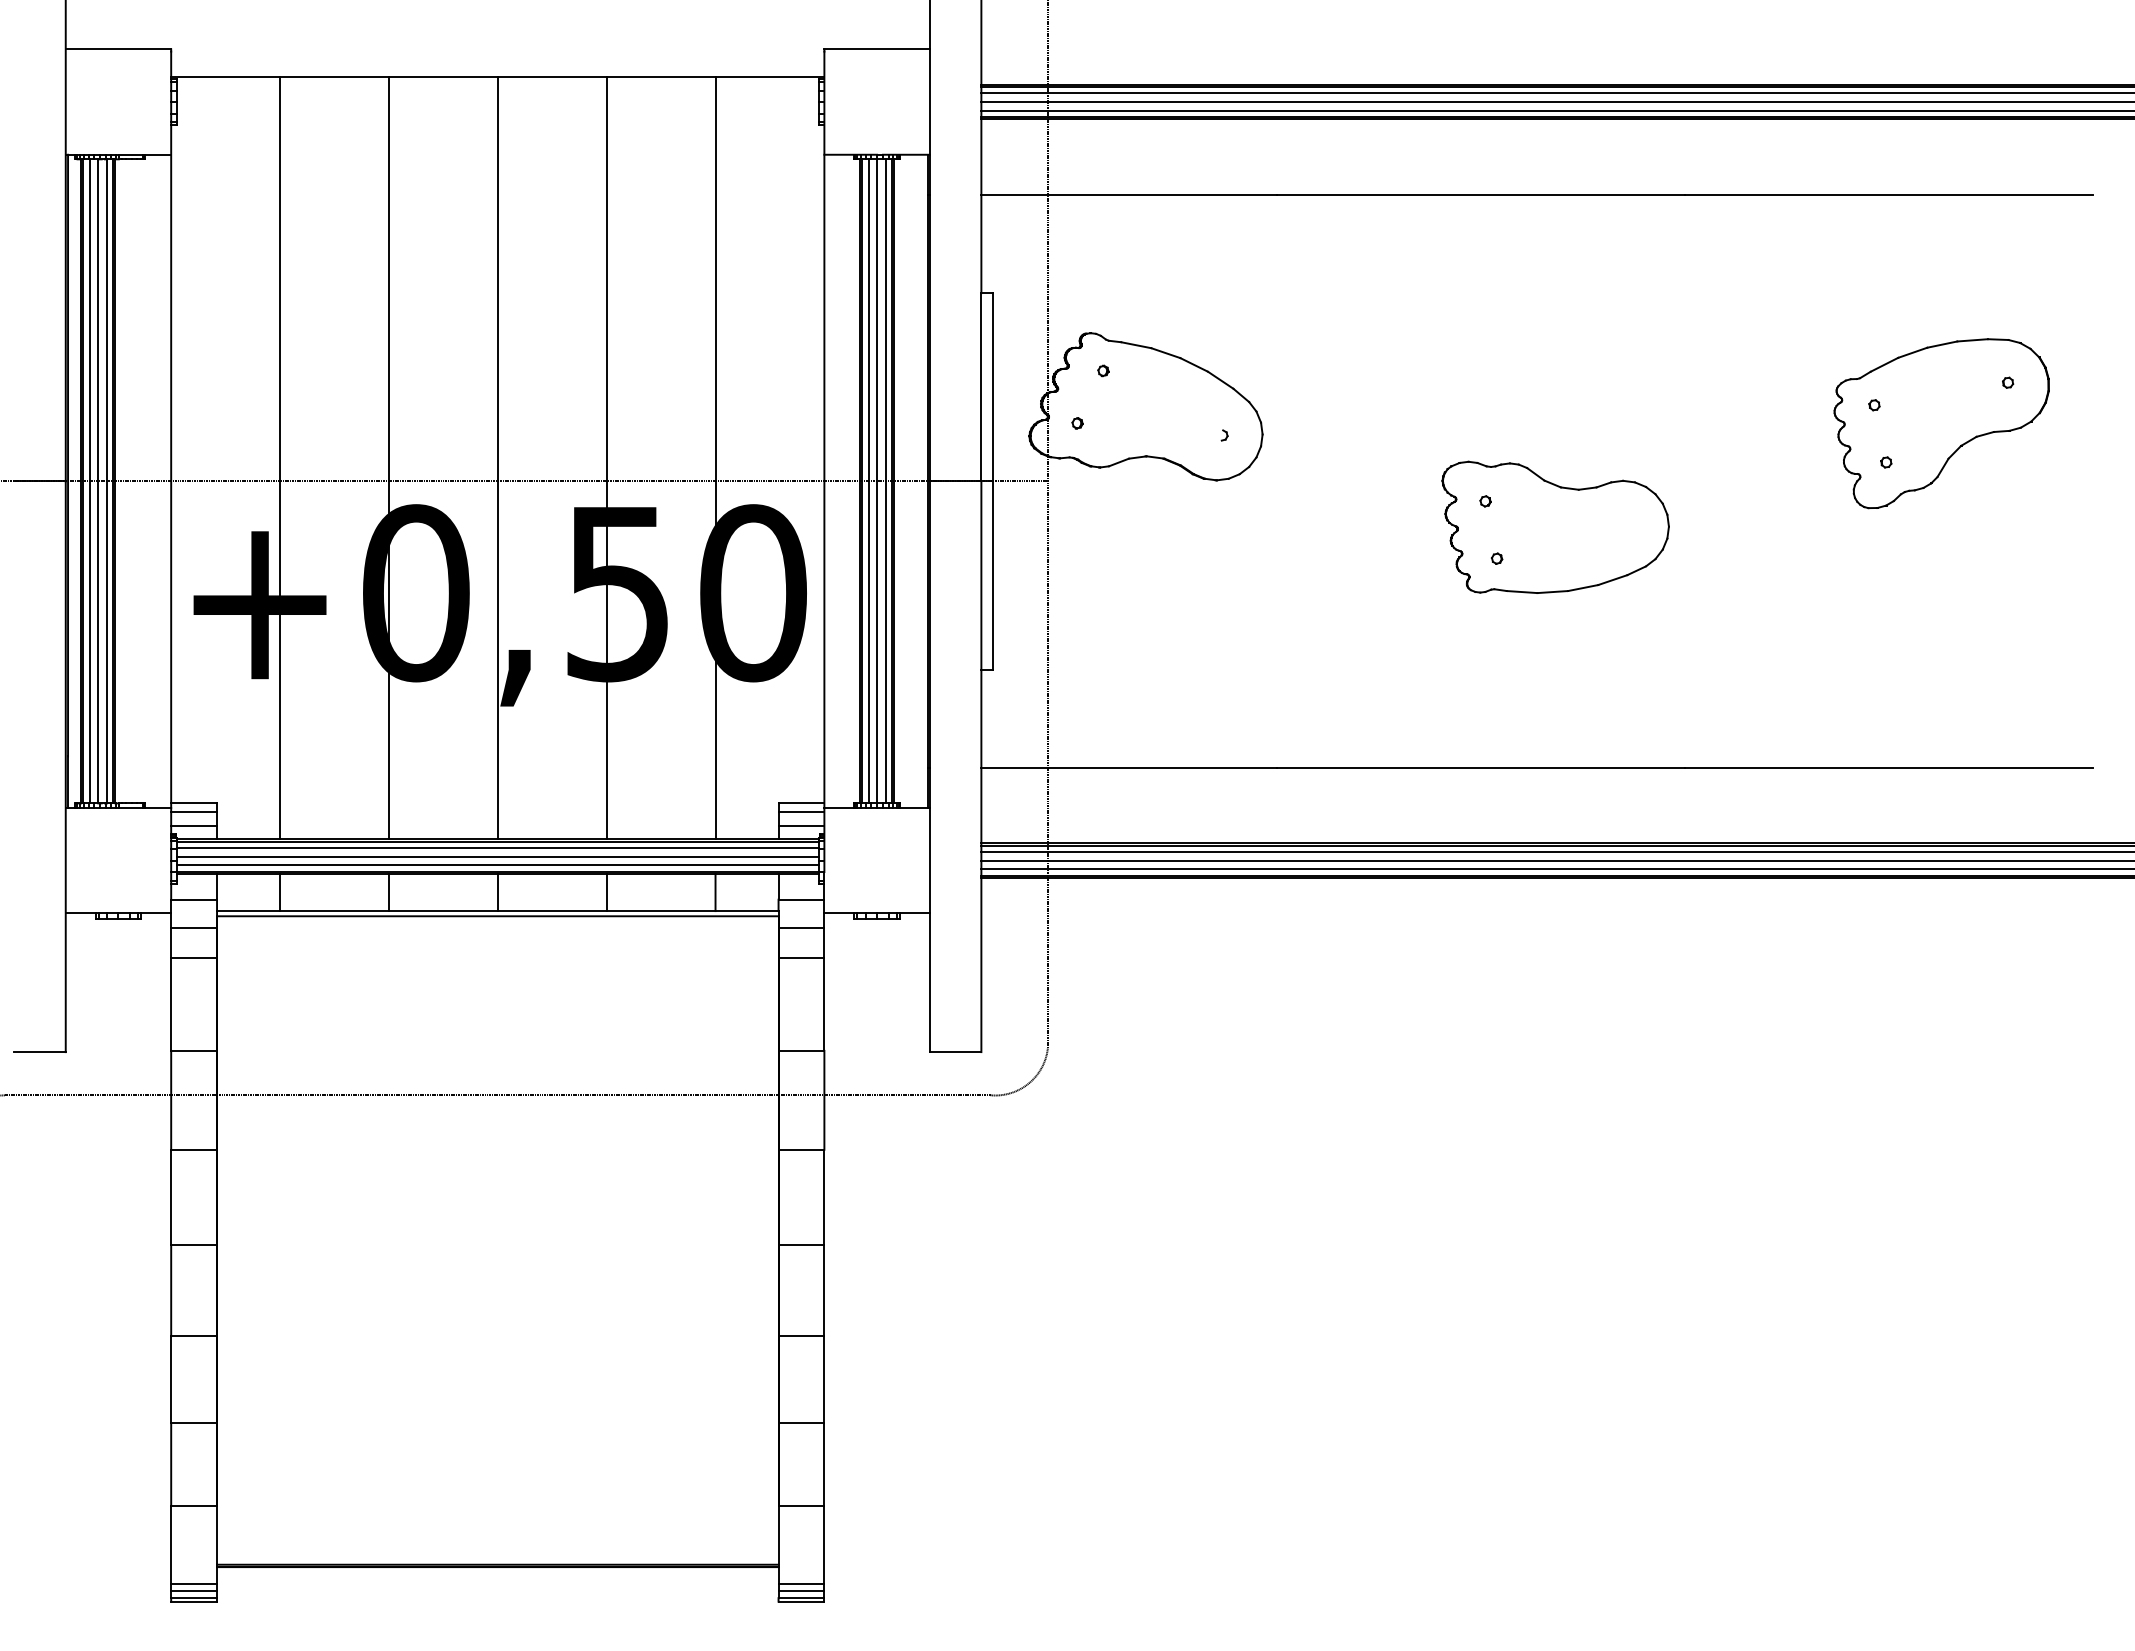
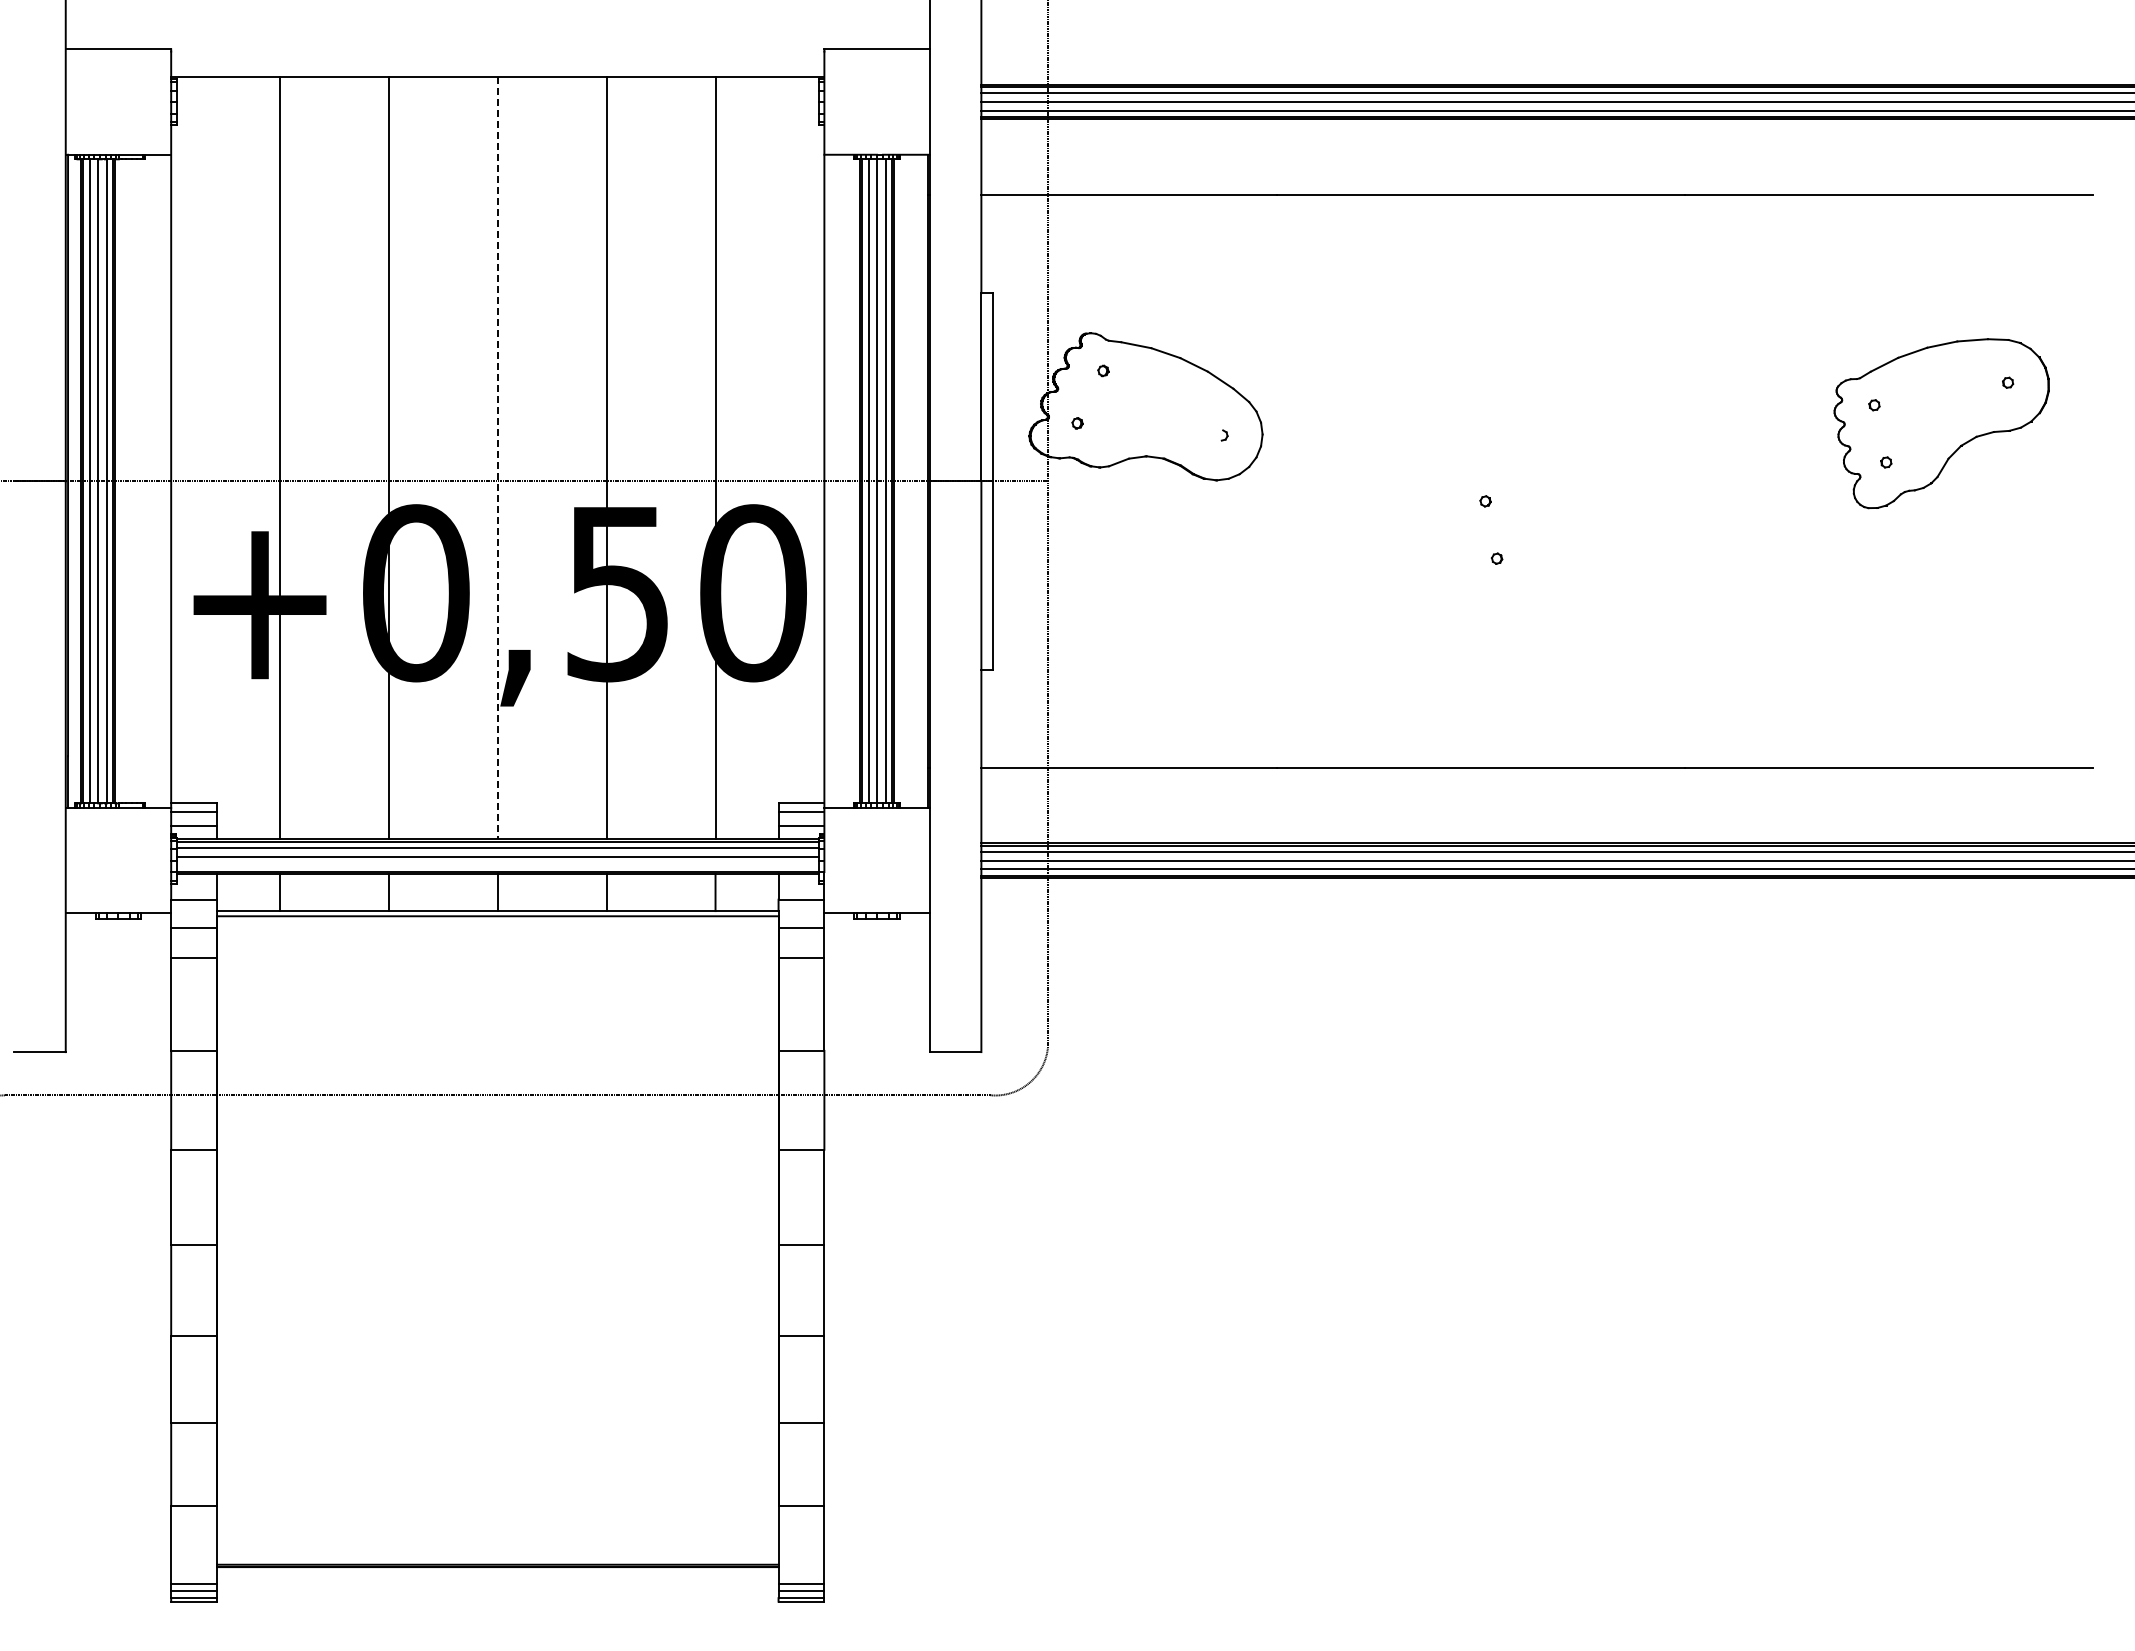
line at (497, 458): solid -> dashed
part at (1555, 526): present -> none
line at (497, 865): present -> none
